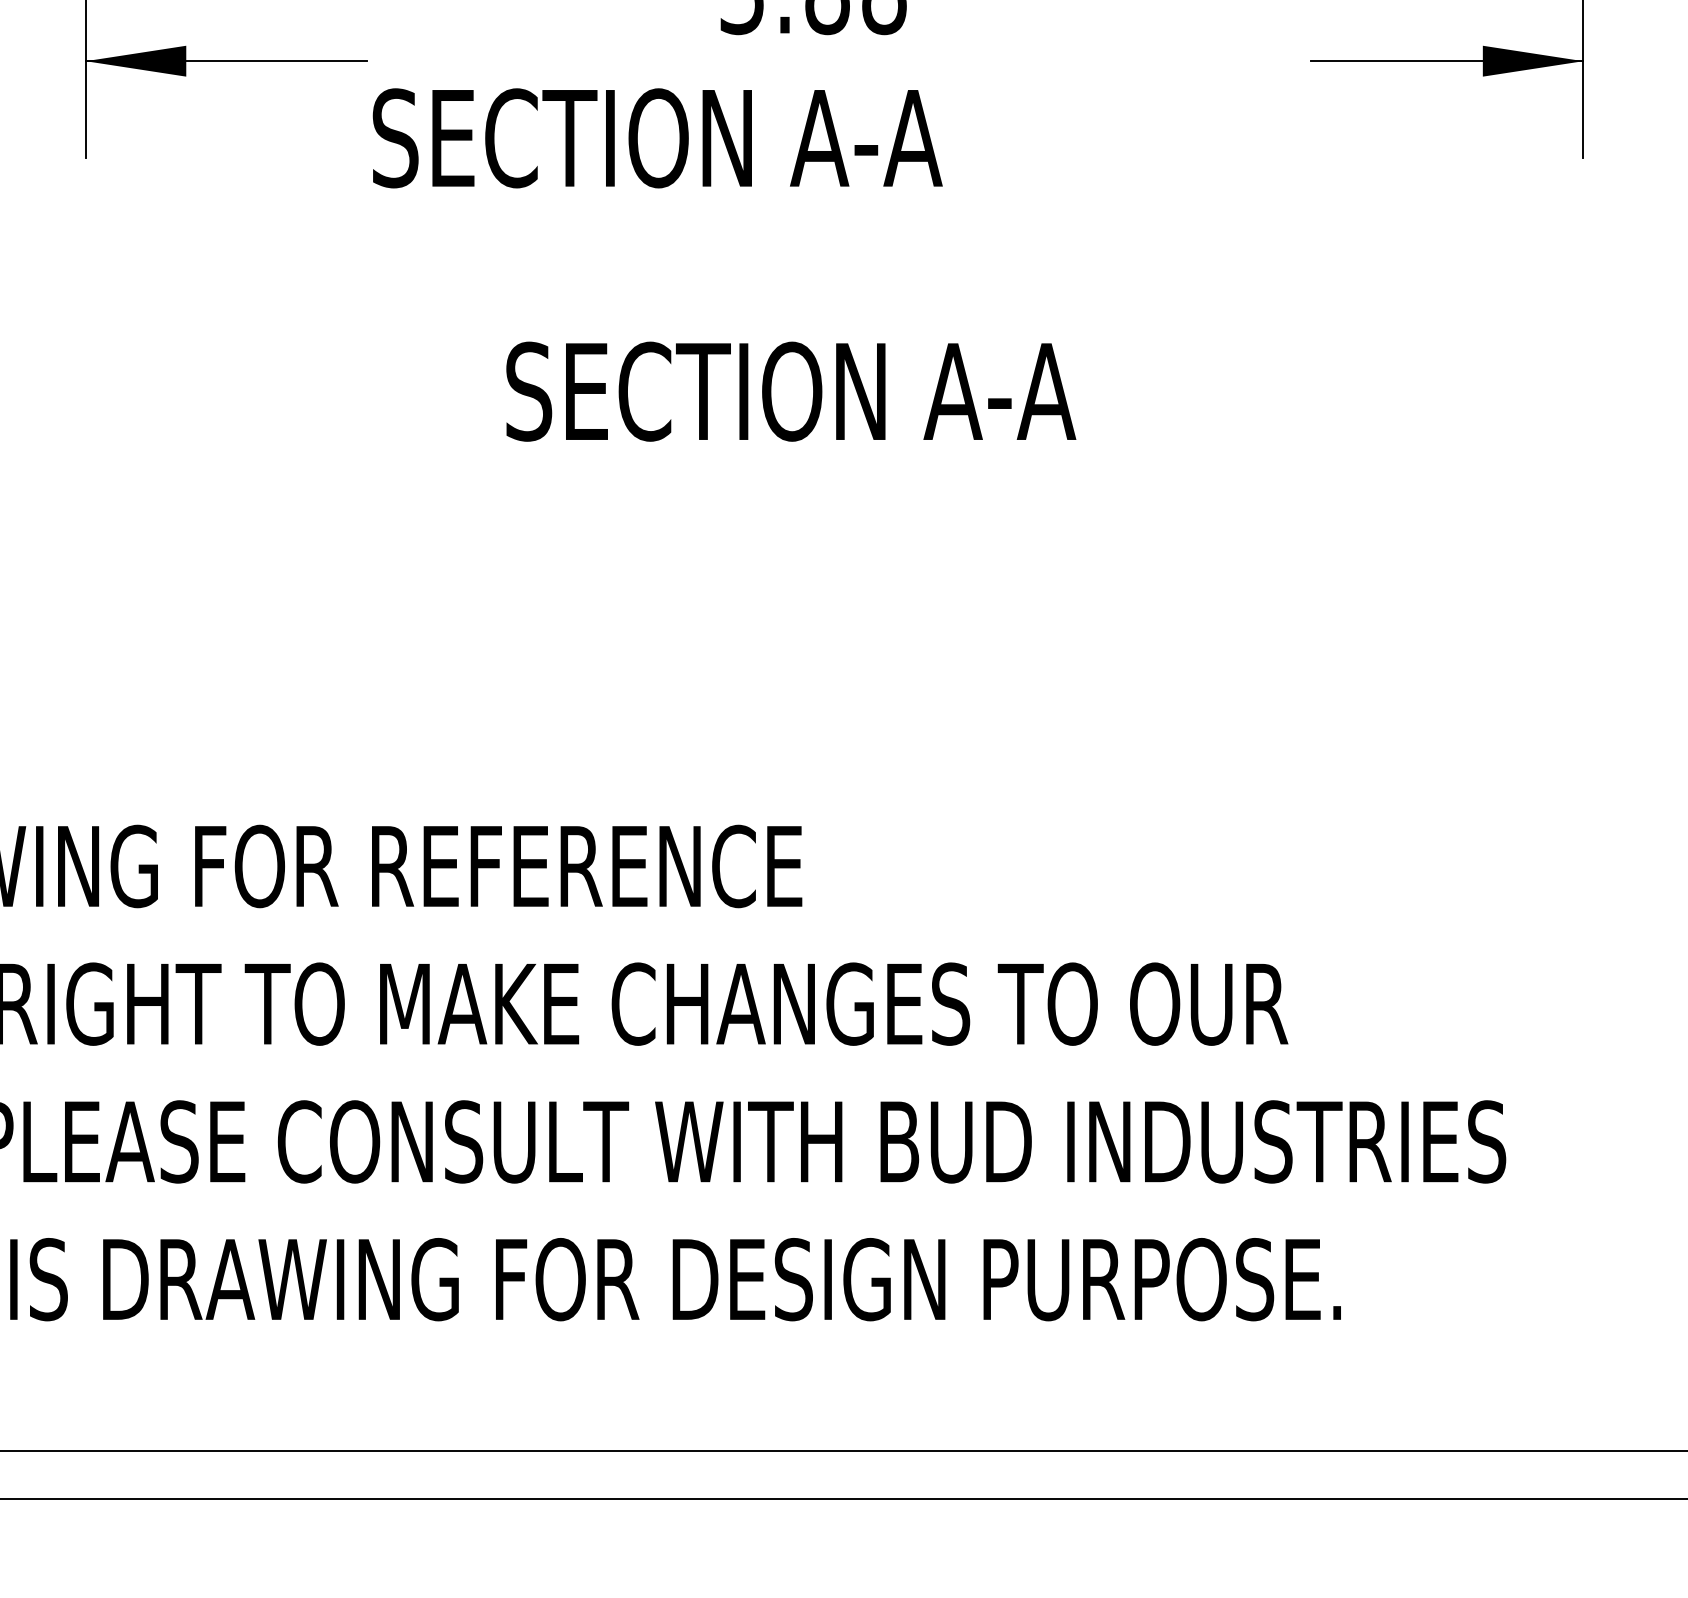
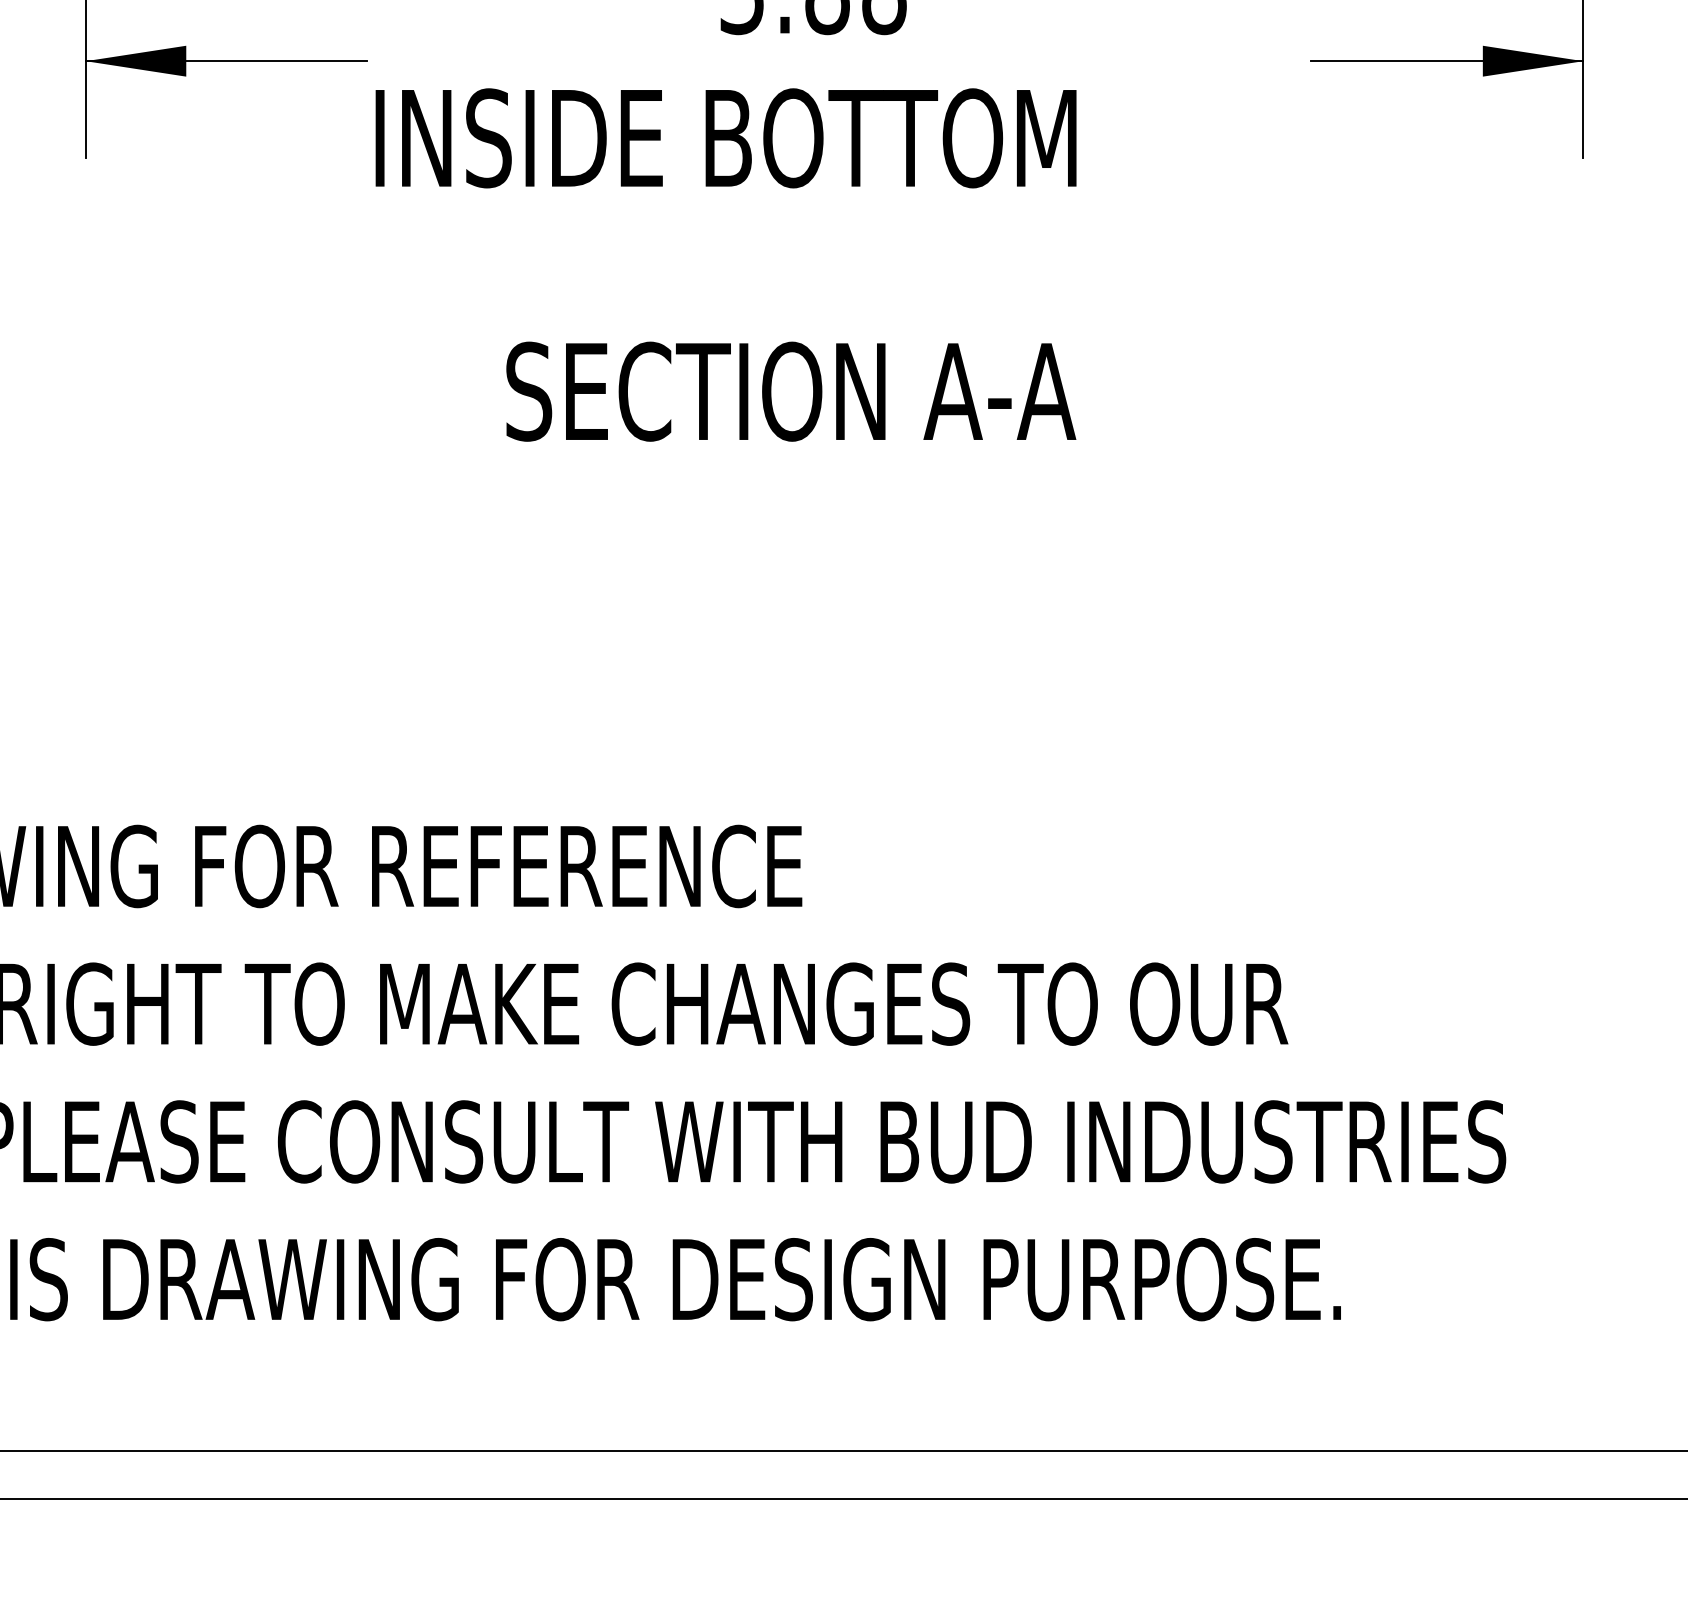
text at (724, 138): SECTION A-A -> INSIDE BOTTOM
